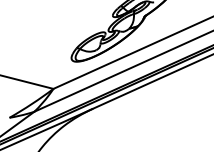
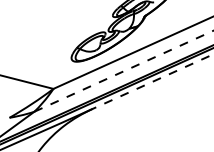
line at (124, 71): solid -> dashed
line at (152, 81): solid -> dashed
